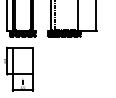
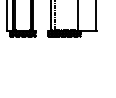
part at (19, 68): present -> none
